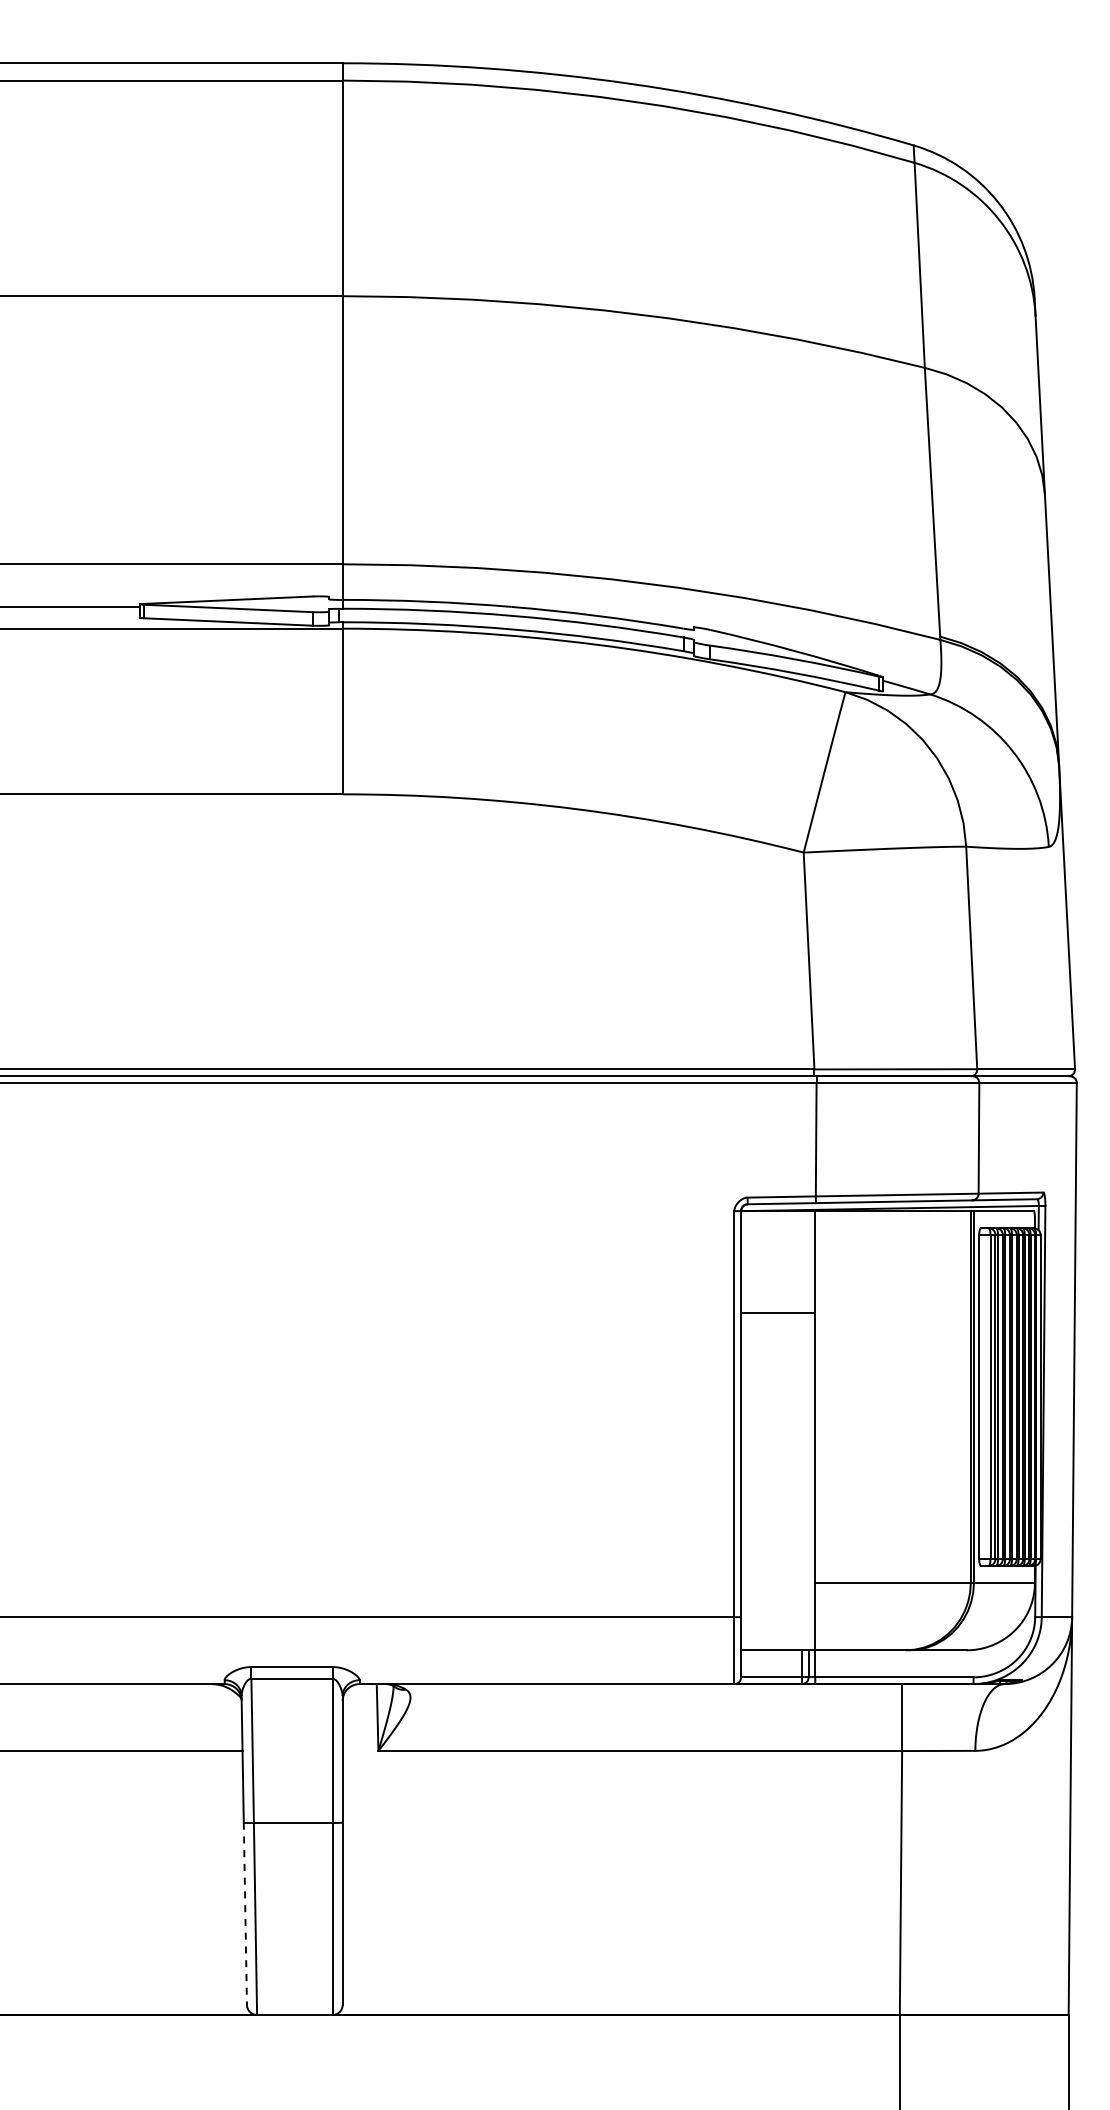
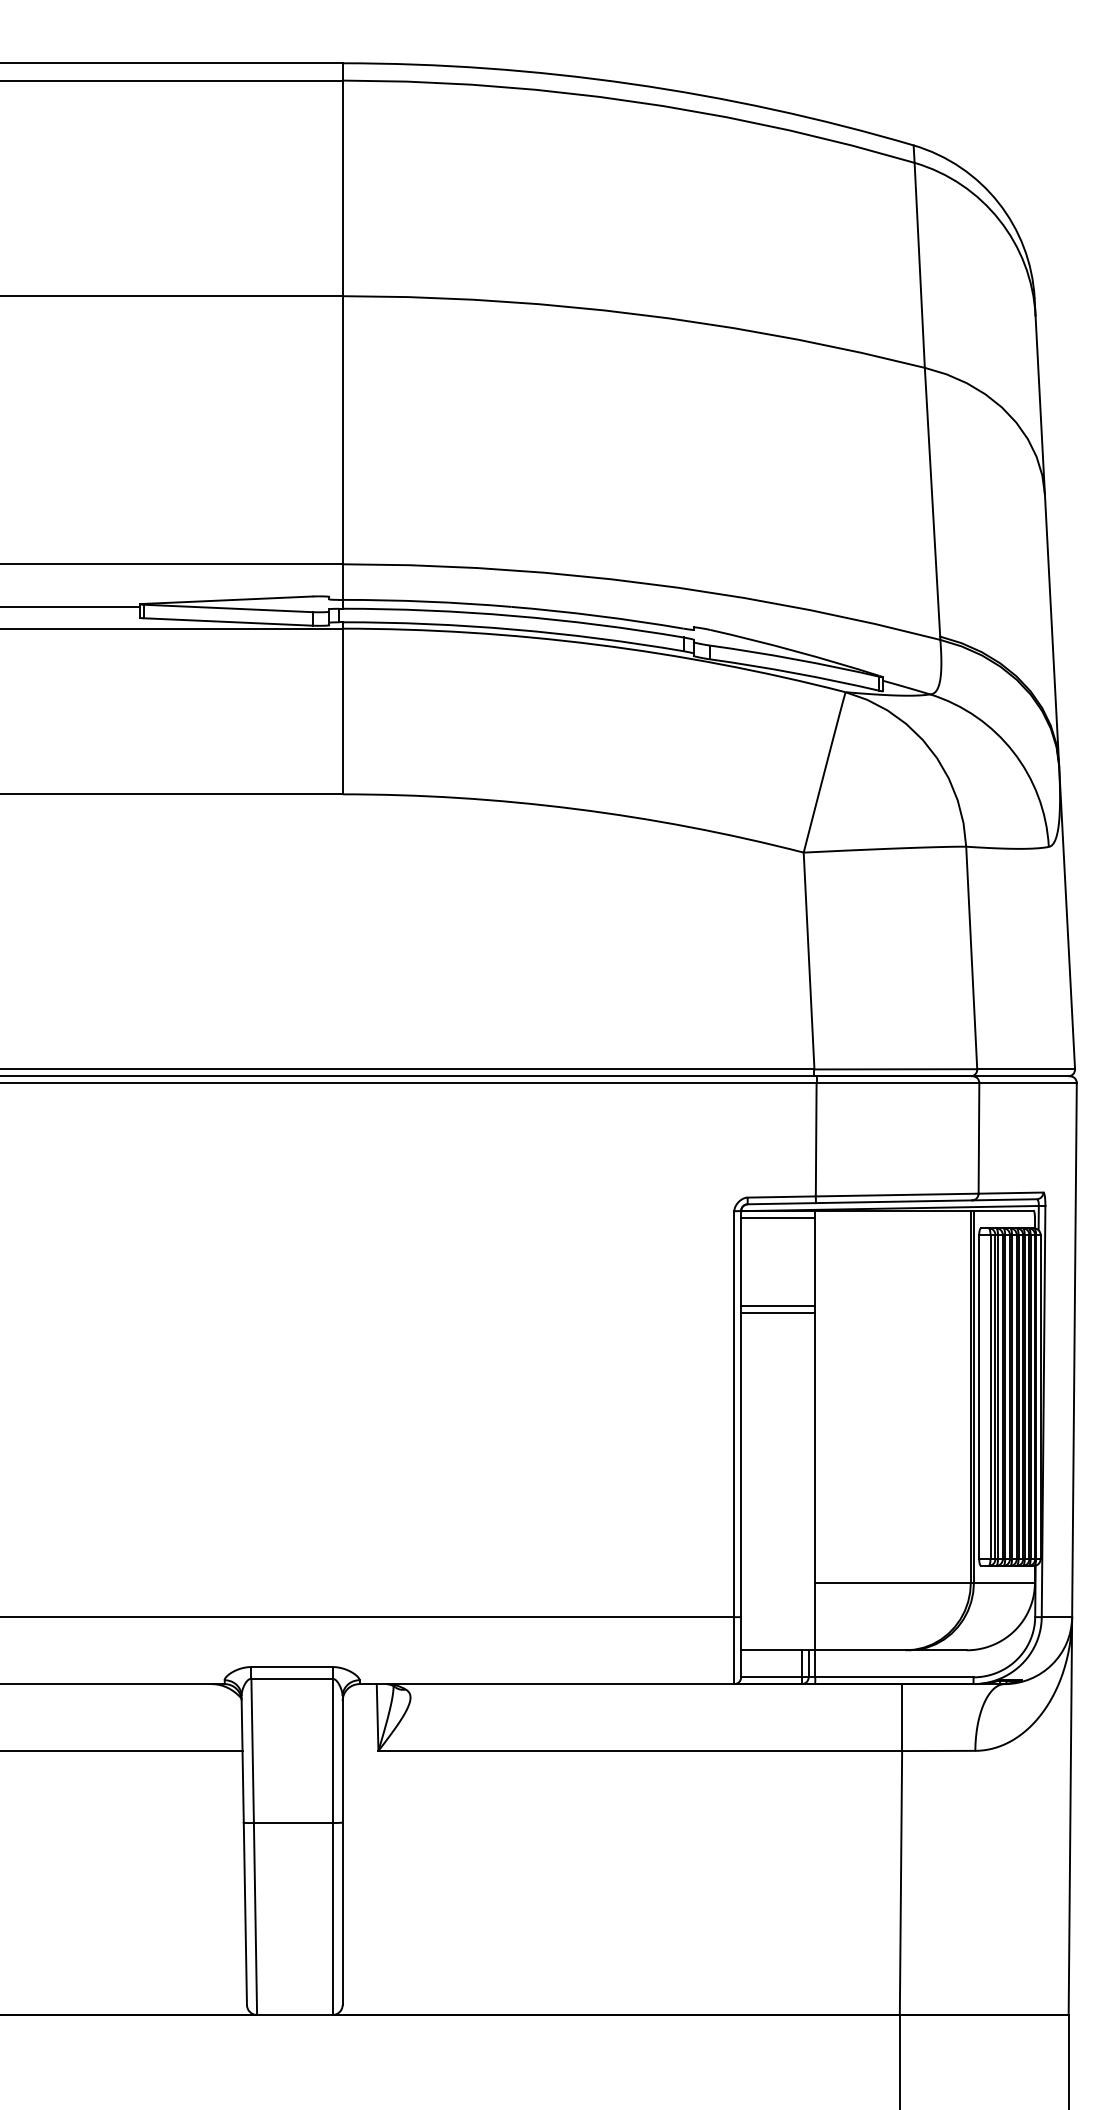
line at (778, 1218): none -> present
line at (778, 1305): none -> present
line at (245, 1914): dashed -> solid
